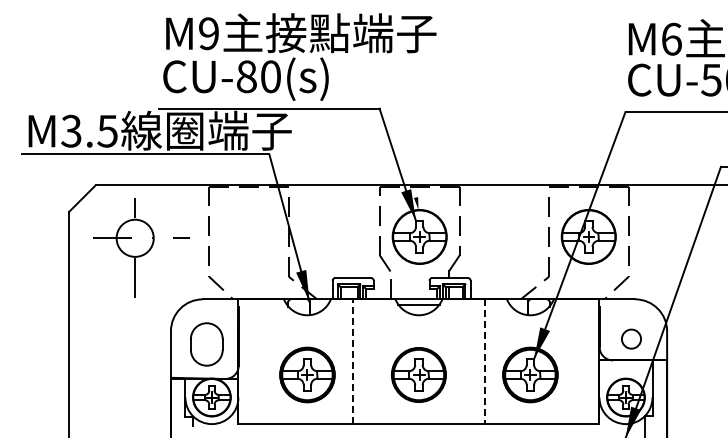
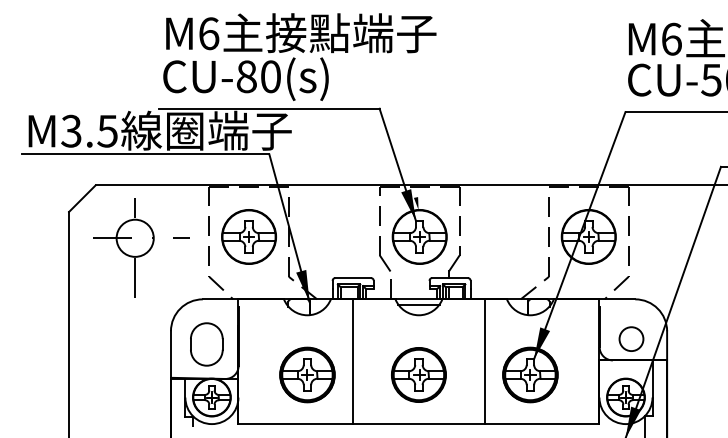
text at (209, 33): M9 -> M6
part at (248, 236): none -> present
circle at (631, 338) size: 21x22 px -> 27x26 px
line at (353, 361): dashed -> solid
line at (484, 362): dashed -> solid
